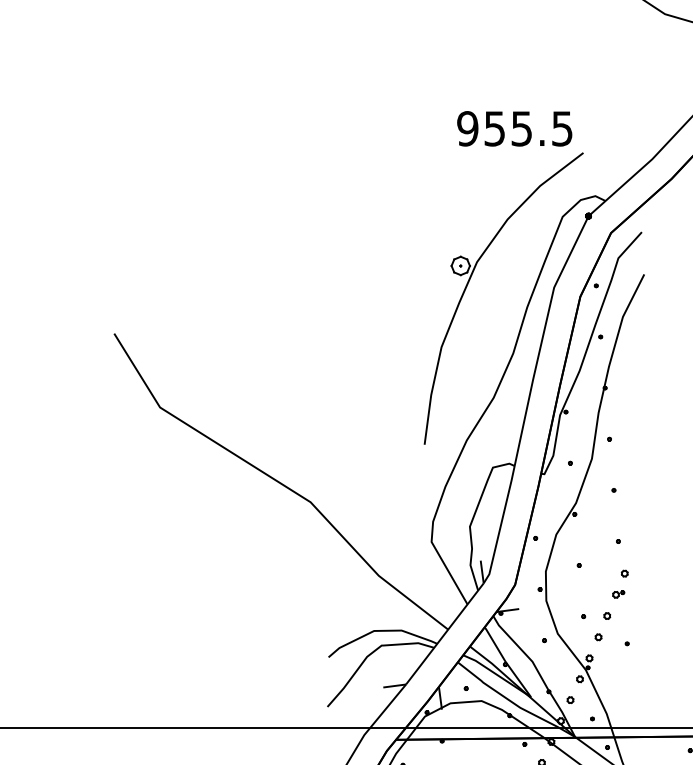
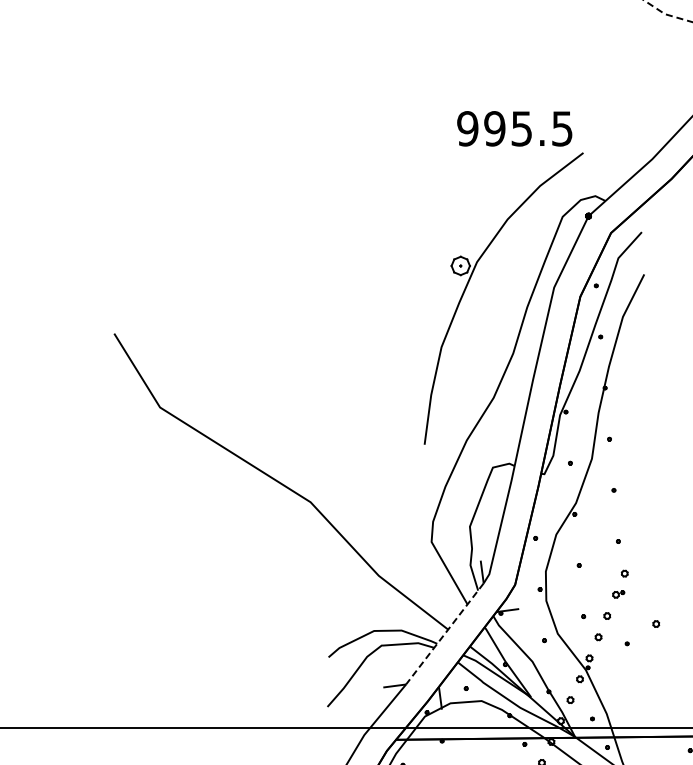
line at (666, 14): solid -> dashed
text at (494, 128): 955.5 -> 995.5
part at (656, 623): none -> present
line at (444, 633): solid -> dashed
